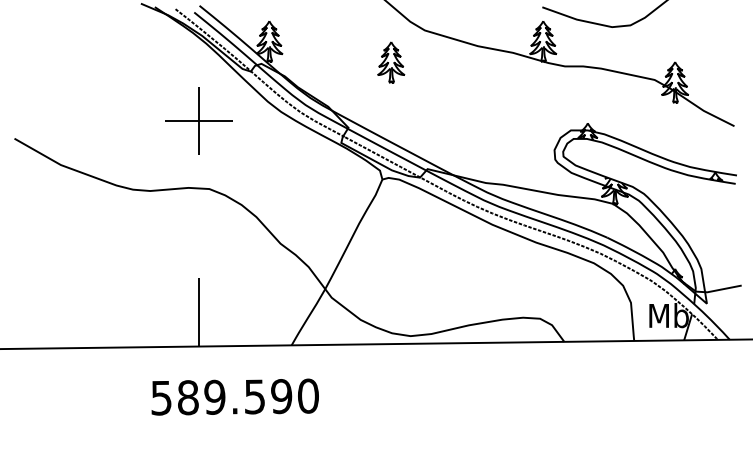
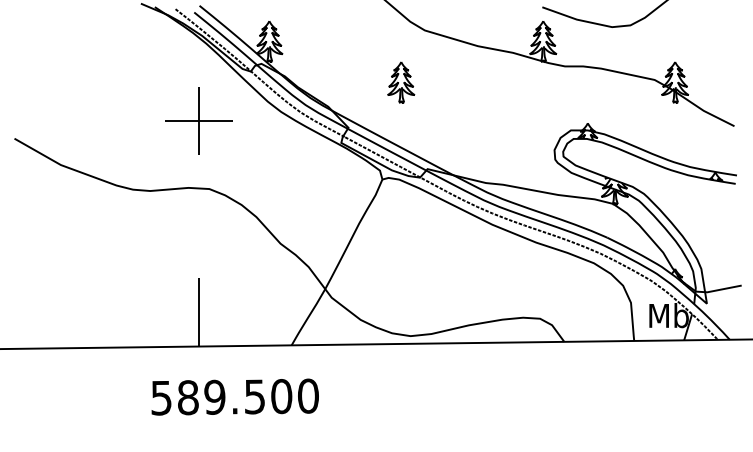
part at (391, 62) position: (391, 62) -> (401, 82)
text at (281, 396): 589.590 -> 589.500
